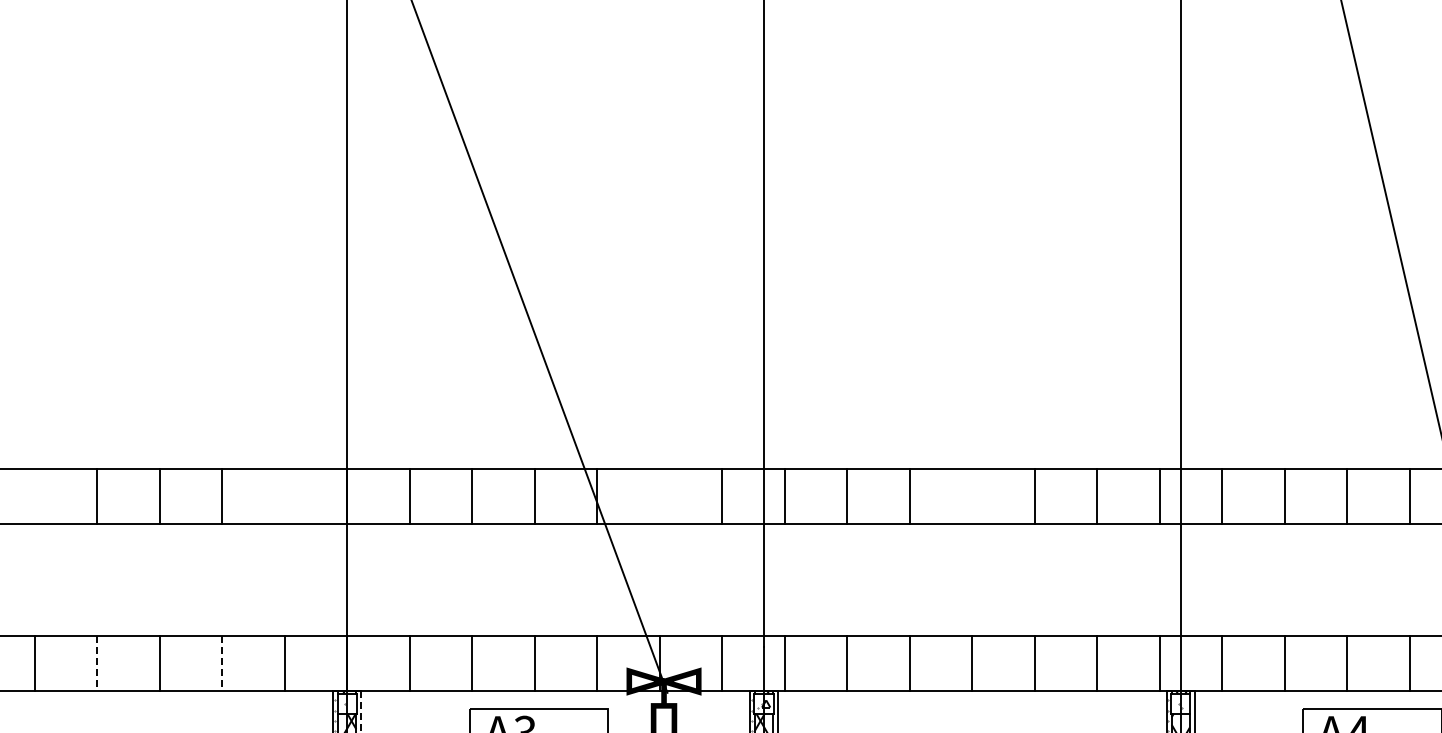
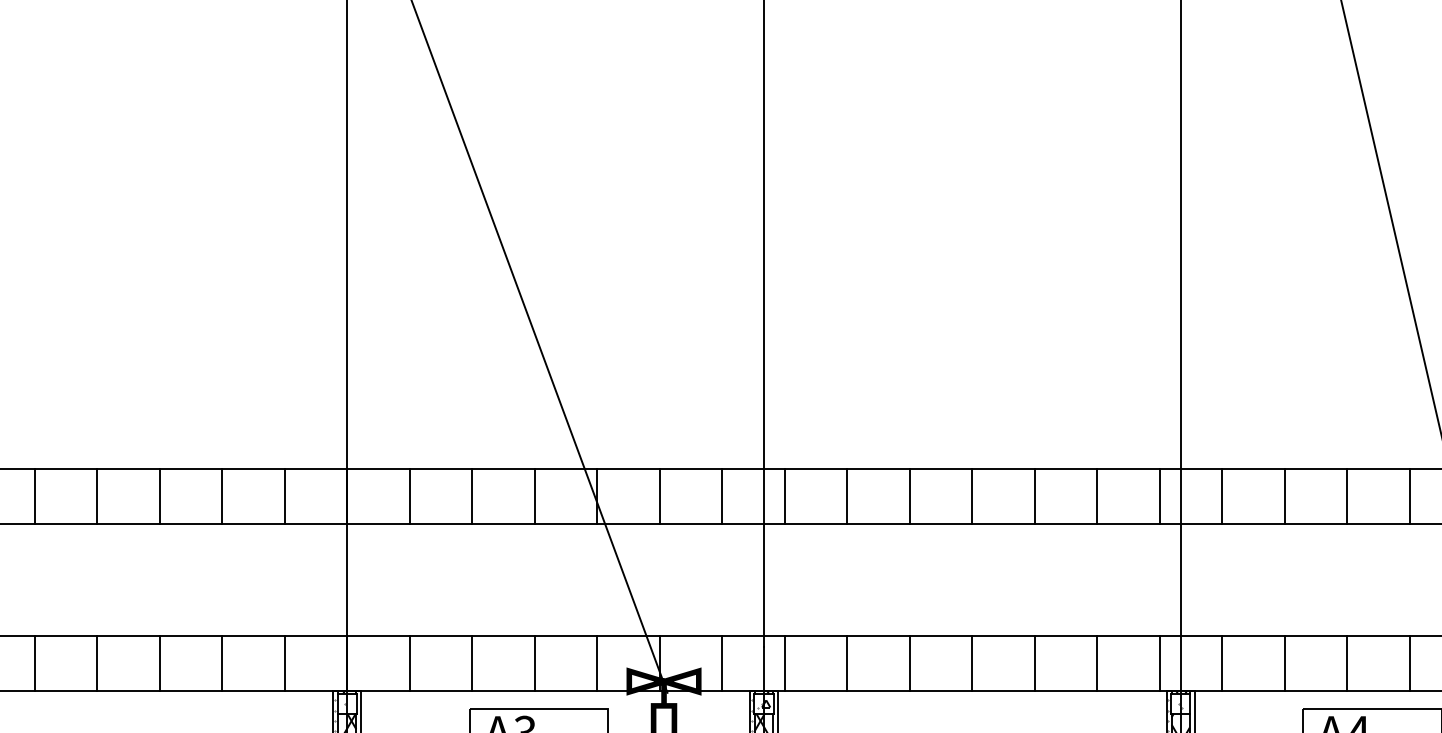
line at (34, 496): none -> present
line at (284, 496): none -> present
line at (659, 496): none -> present
line at (972, 496): none -> present
line at (97, 663): dashed -> solid
line at (222, 663): dashed -> solid
line at (361, 711): dashed -> solid
